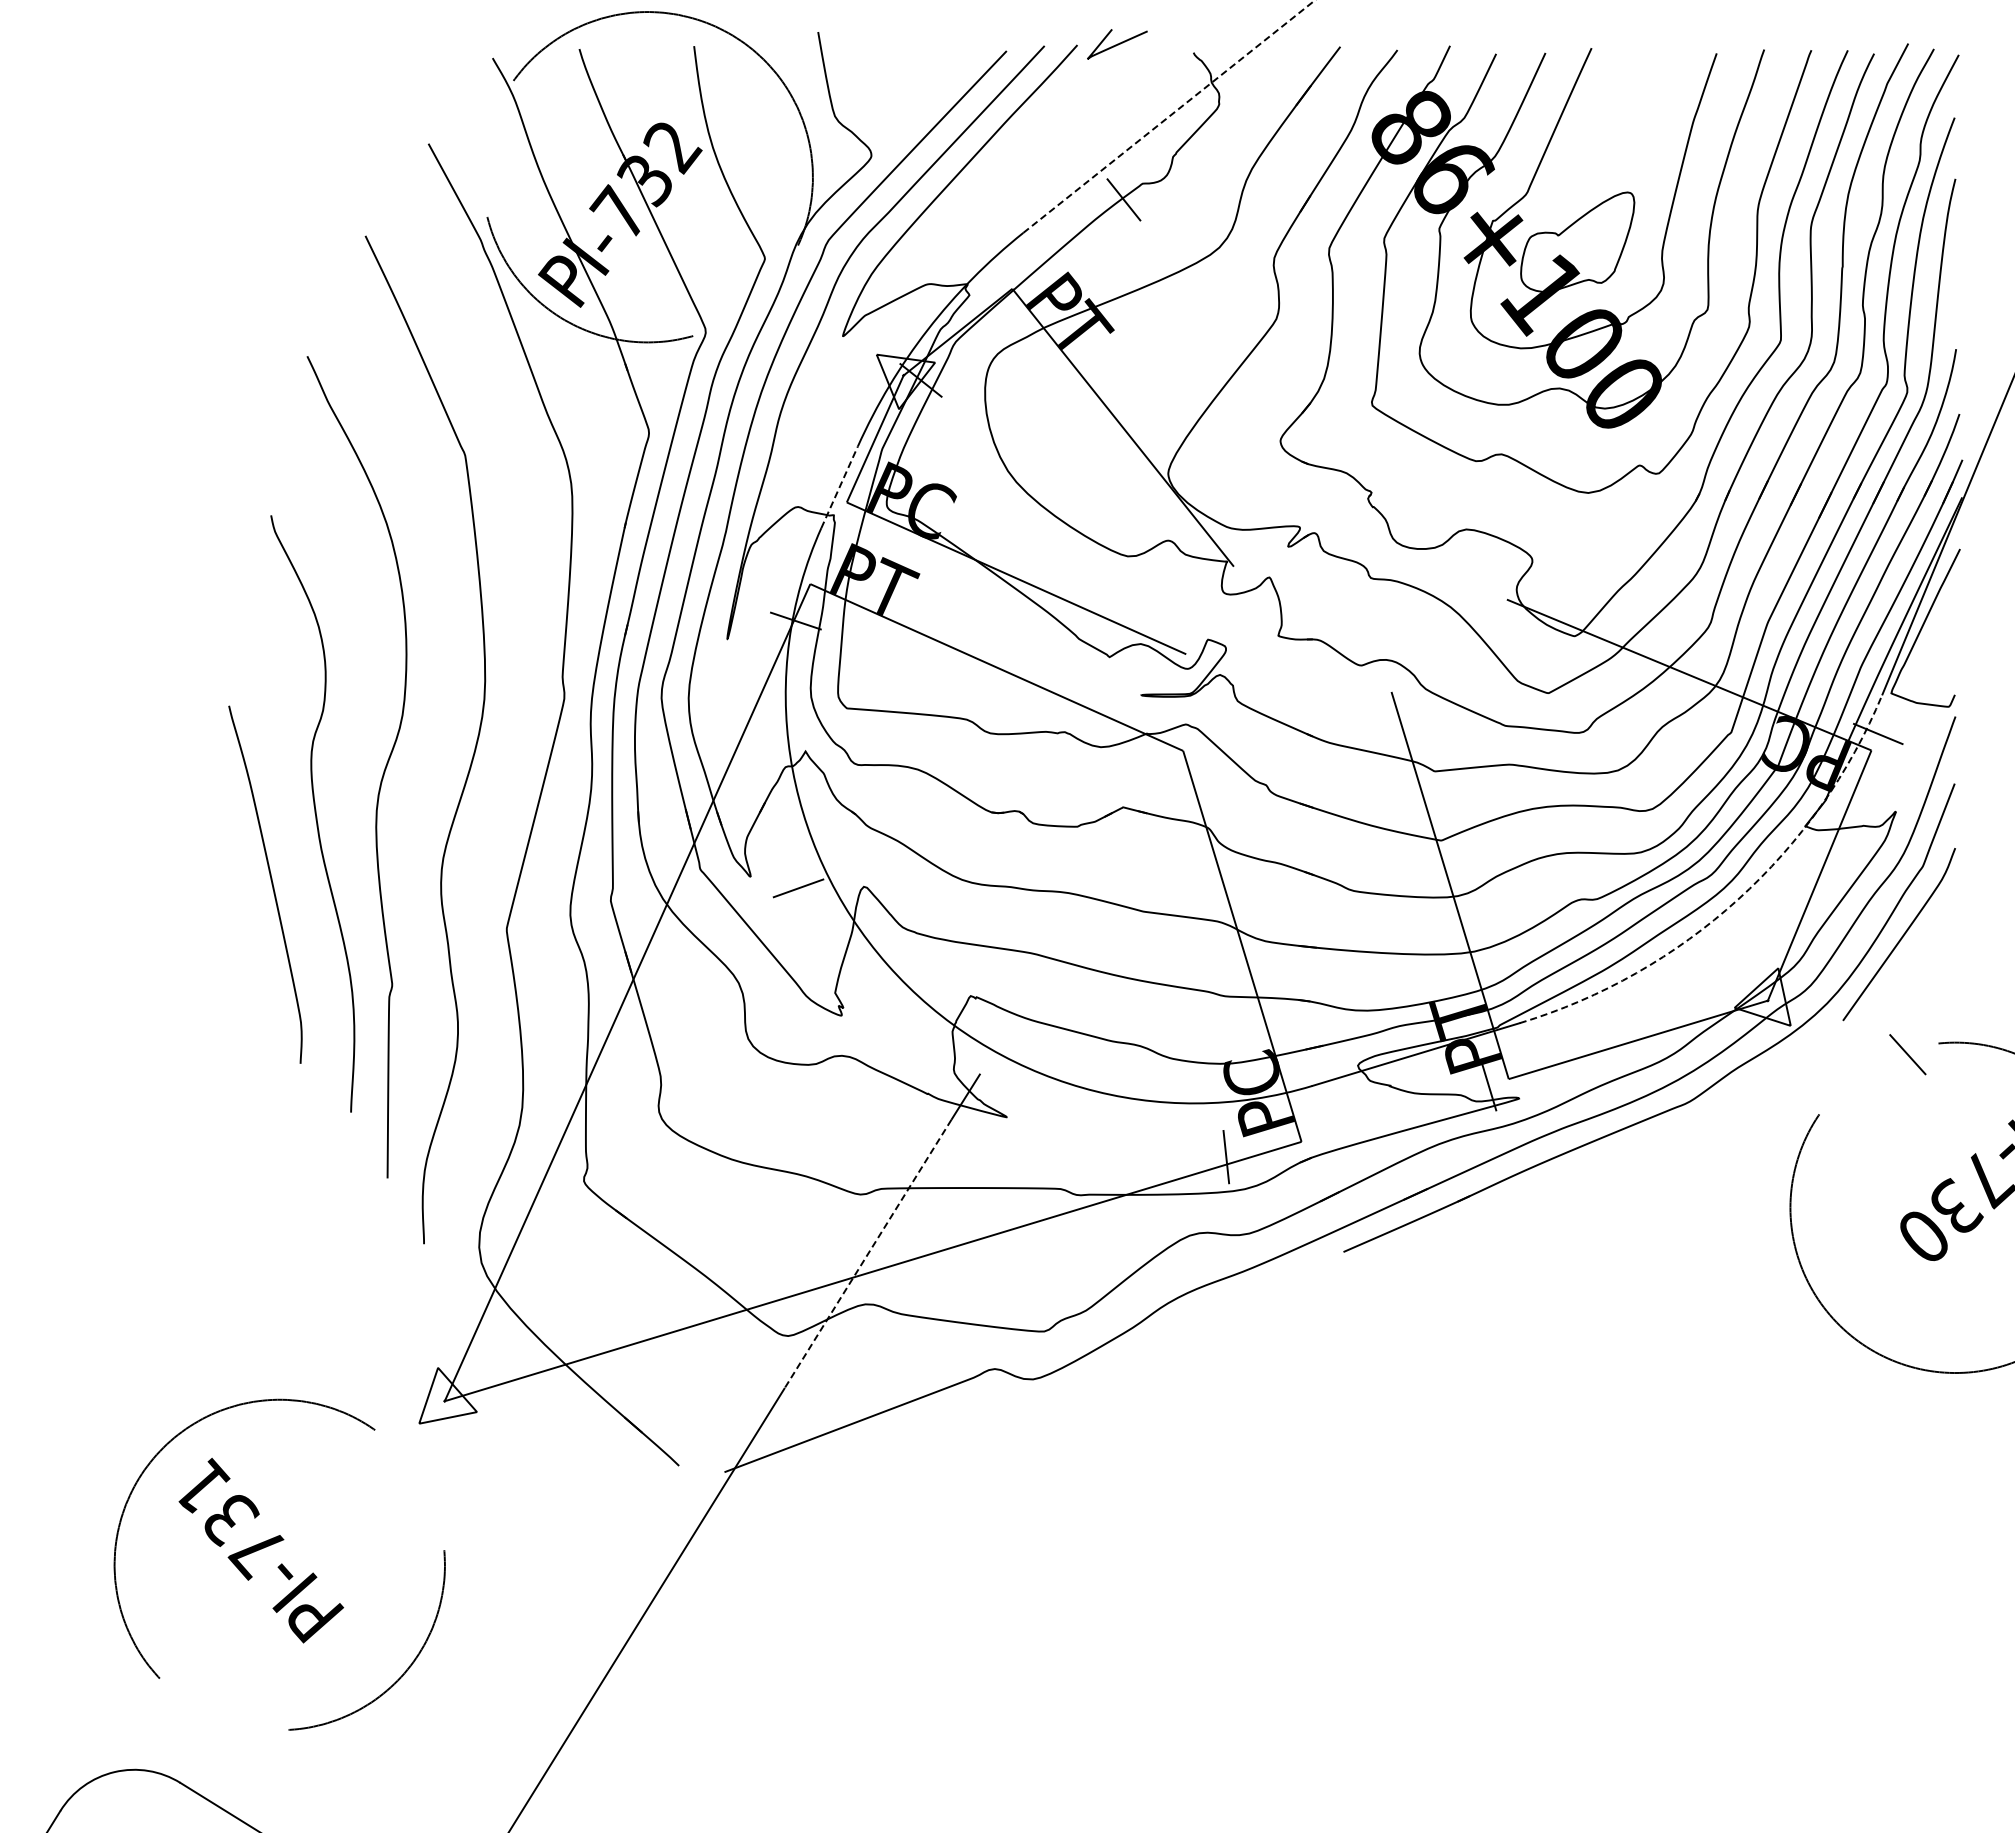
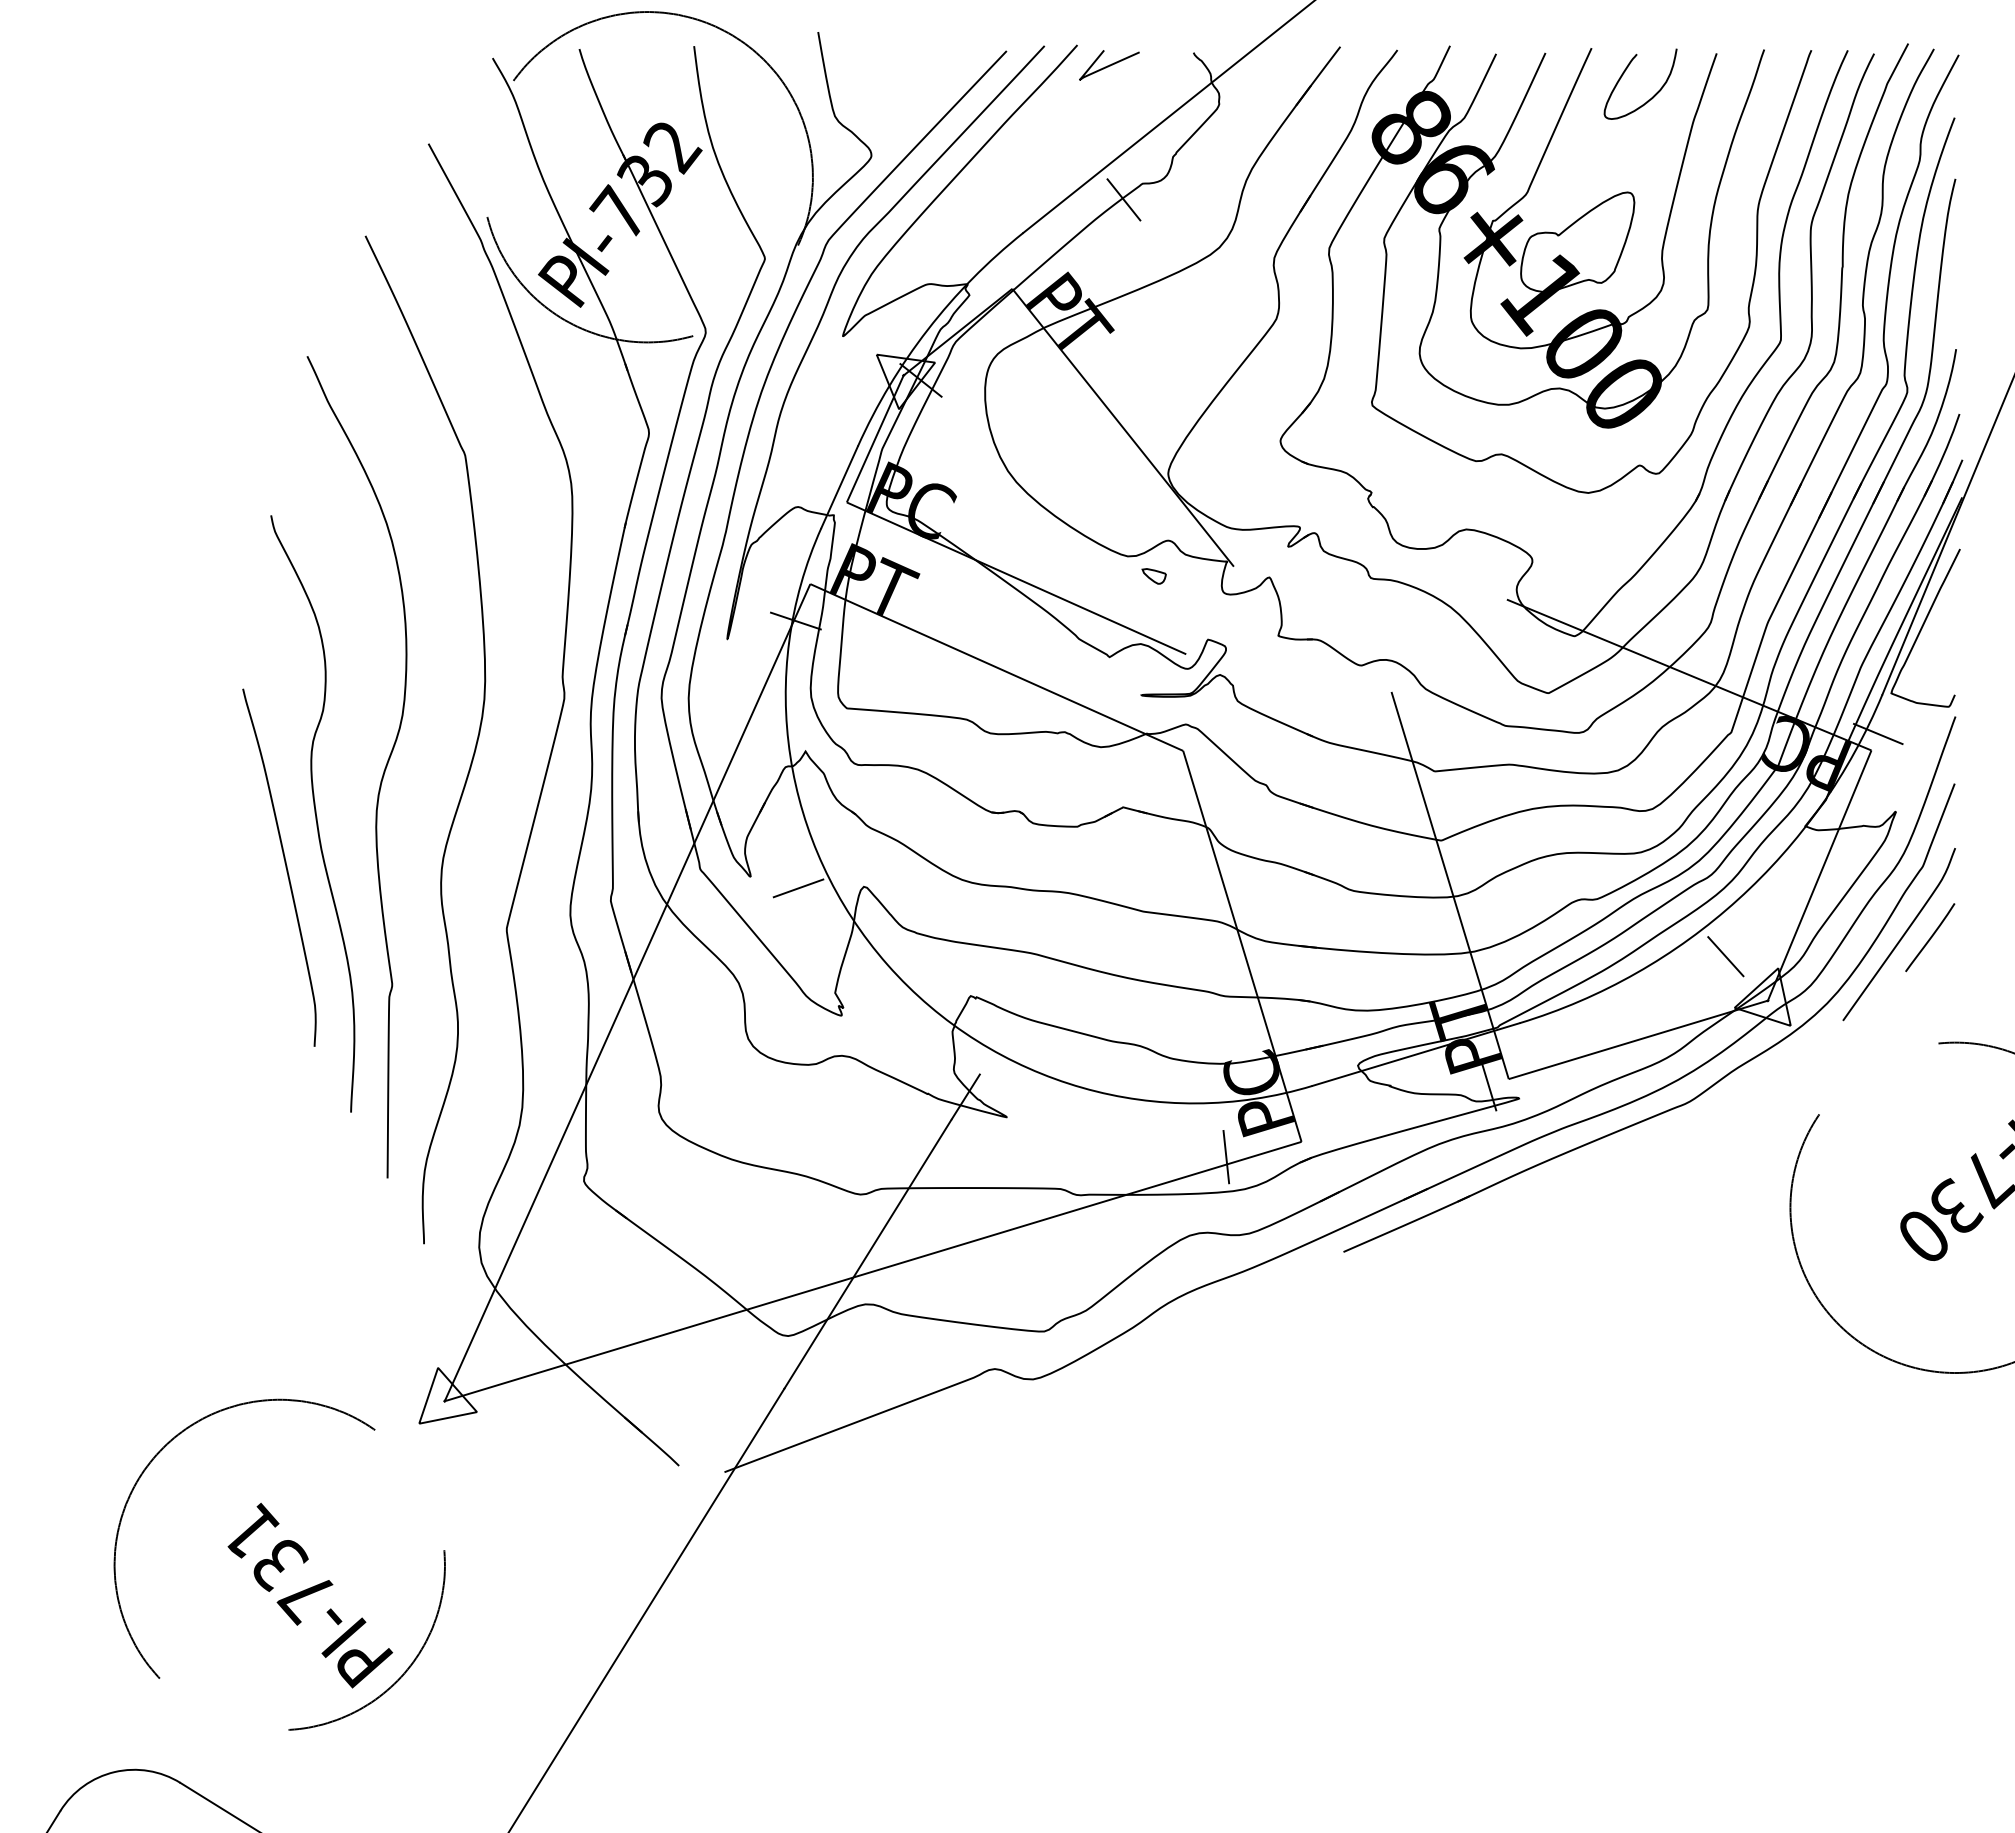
curve at (1117, 44) position: (1117, 44) -> (1109, 65)
curve at (1653, 95): none -> present
line at (1169, 116): dashed -> solid
line at (839, 487): dashed -> solid
part at (1153, 576): none -> present
curve at (271, 884) position: (271, 884) -> (285, 867)
arc at (1738, 899): dashed -> solid
line at (1930, 937): none -> present
line at (1907, 1054) position: (1907, 1054) -> (1725, 956)
line at (867, 1254): dashed -> solid
text at (261, 1550) position: (261, 1550) -> (310, 1595)
